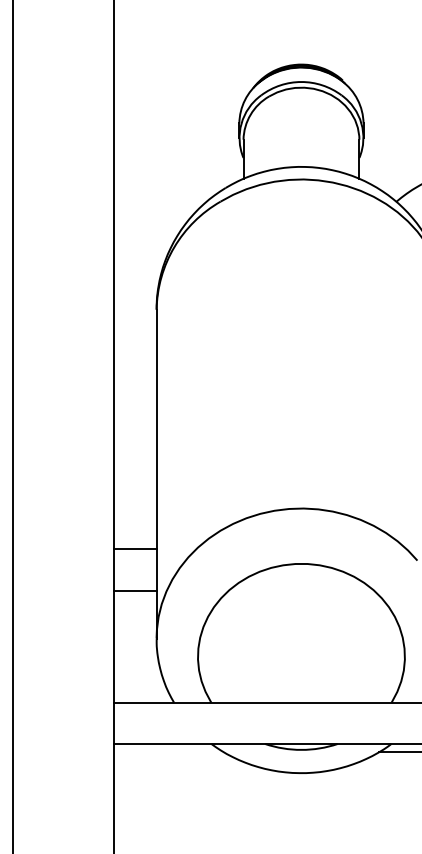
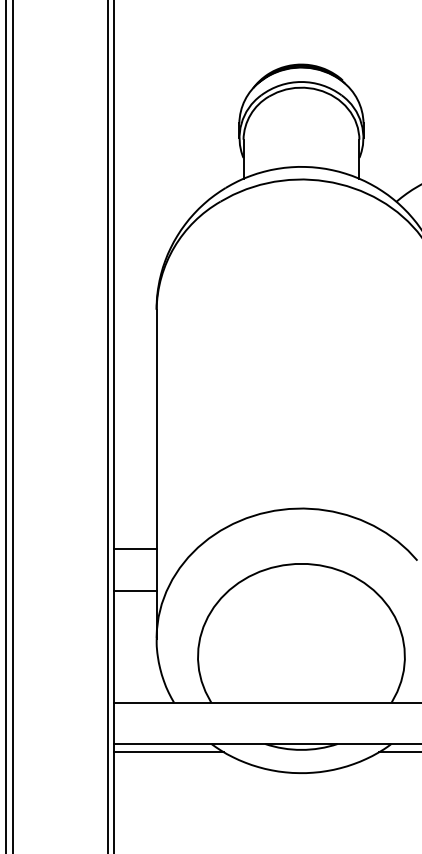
line at (6, 426): none -> present
line at (107, 426): none -> present
line at (168, 752): none -> present
